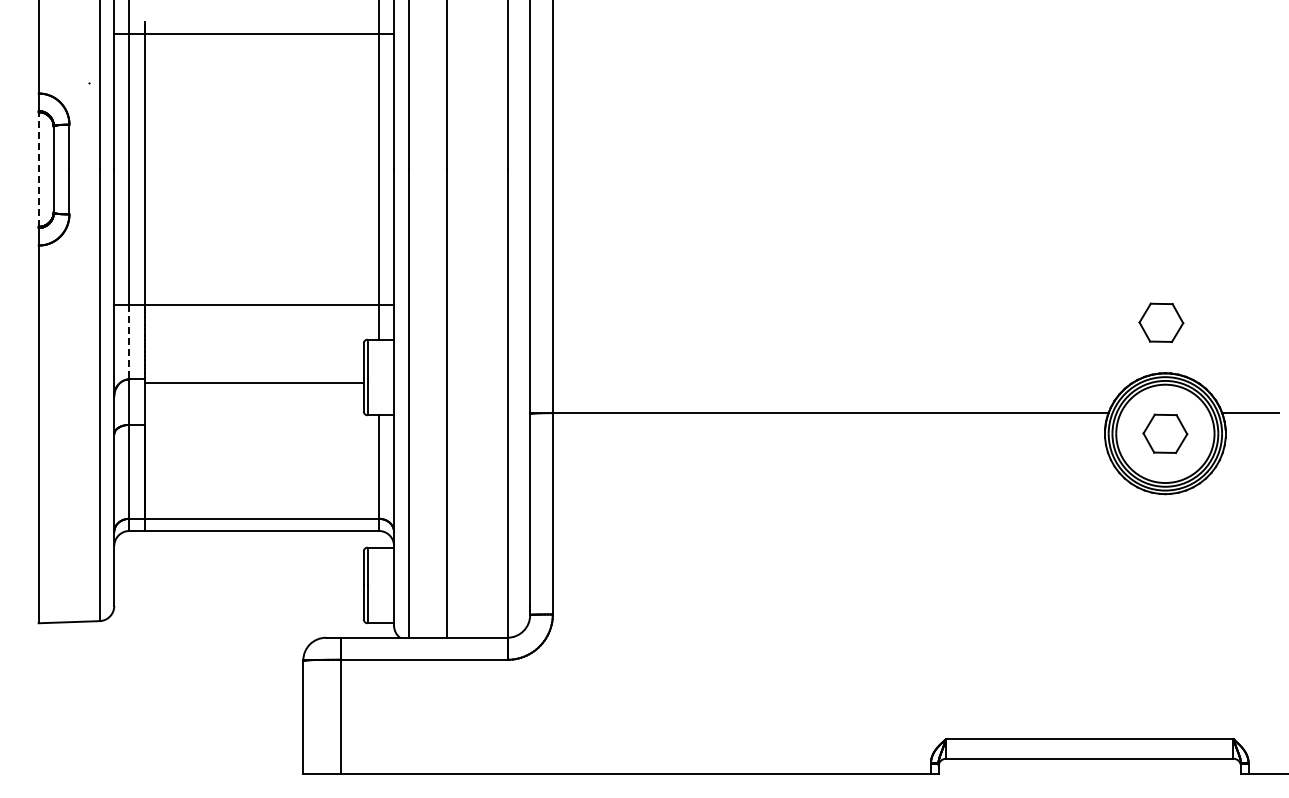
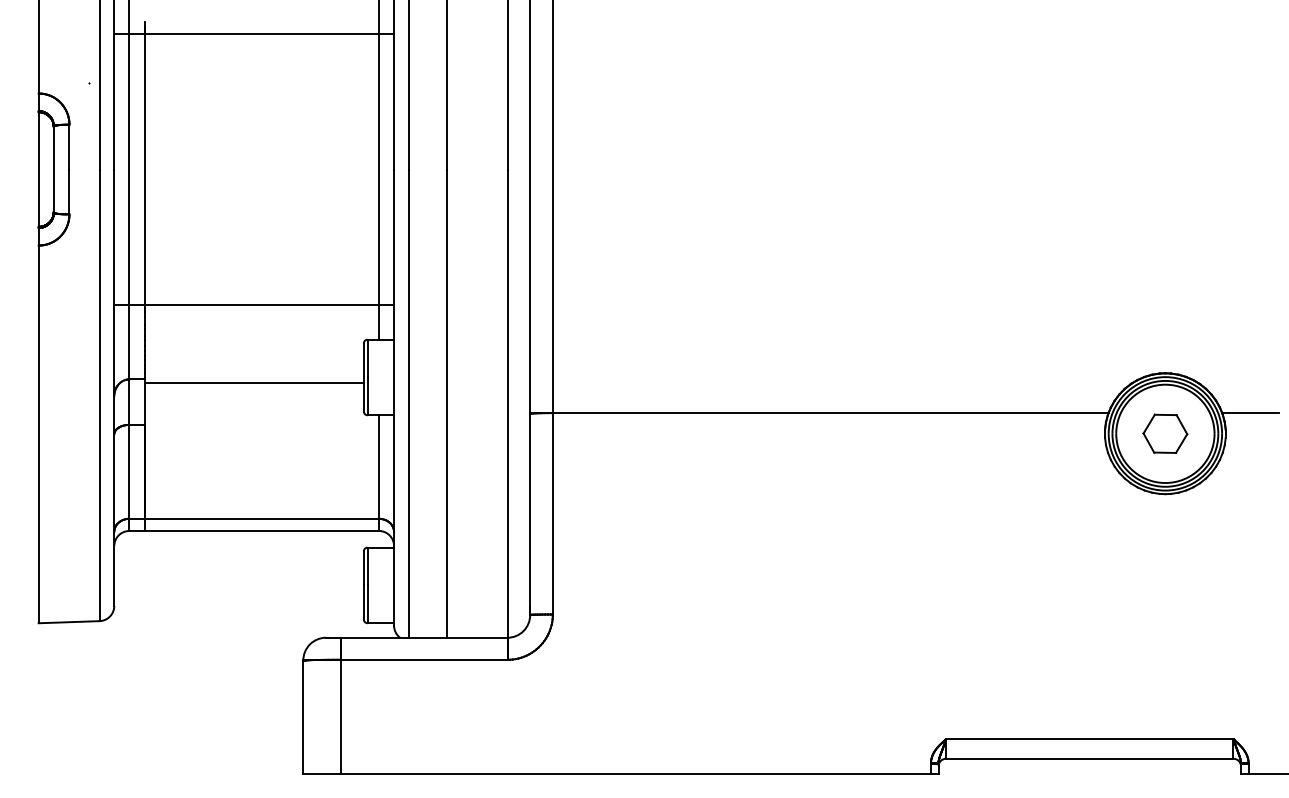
line at (38, 169): dashed -> solid
part at (1161, 322): present -> none
line at (129, 342): dashed -> solid
